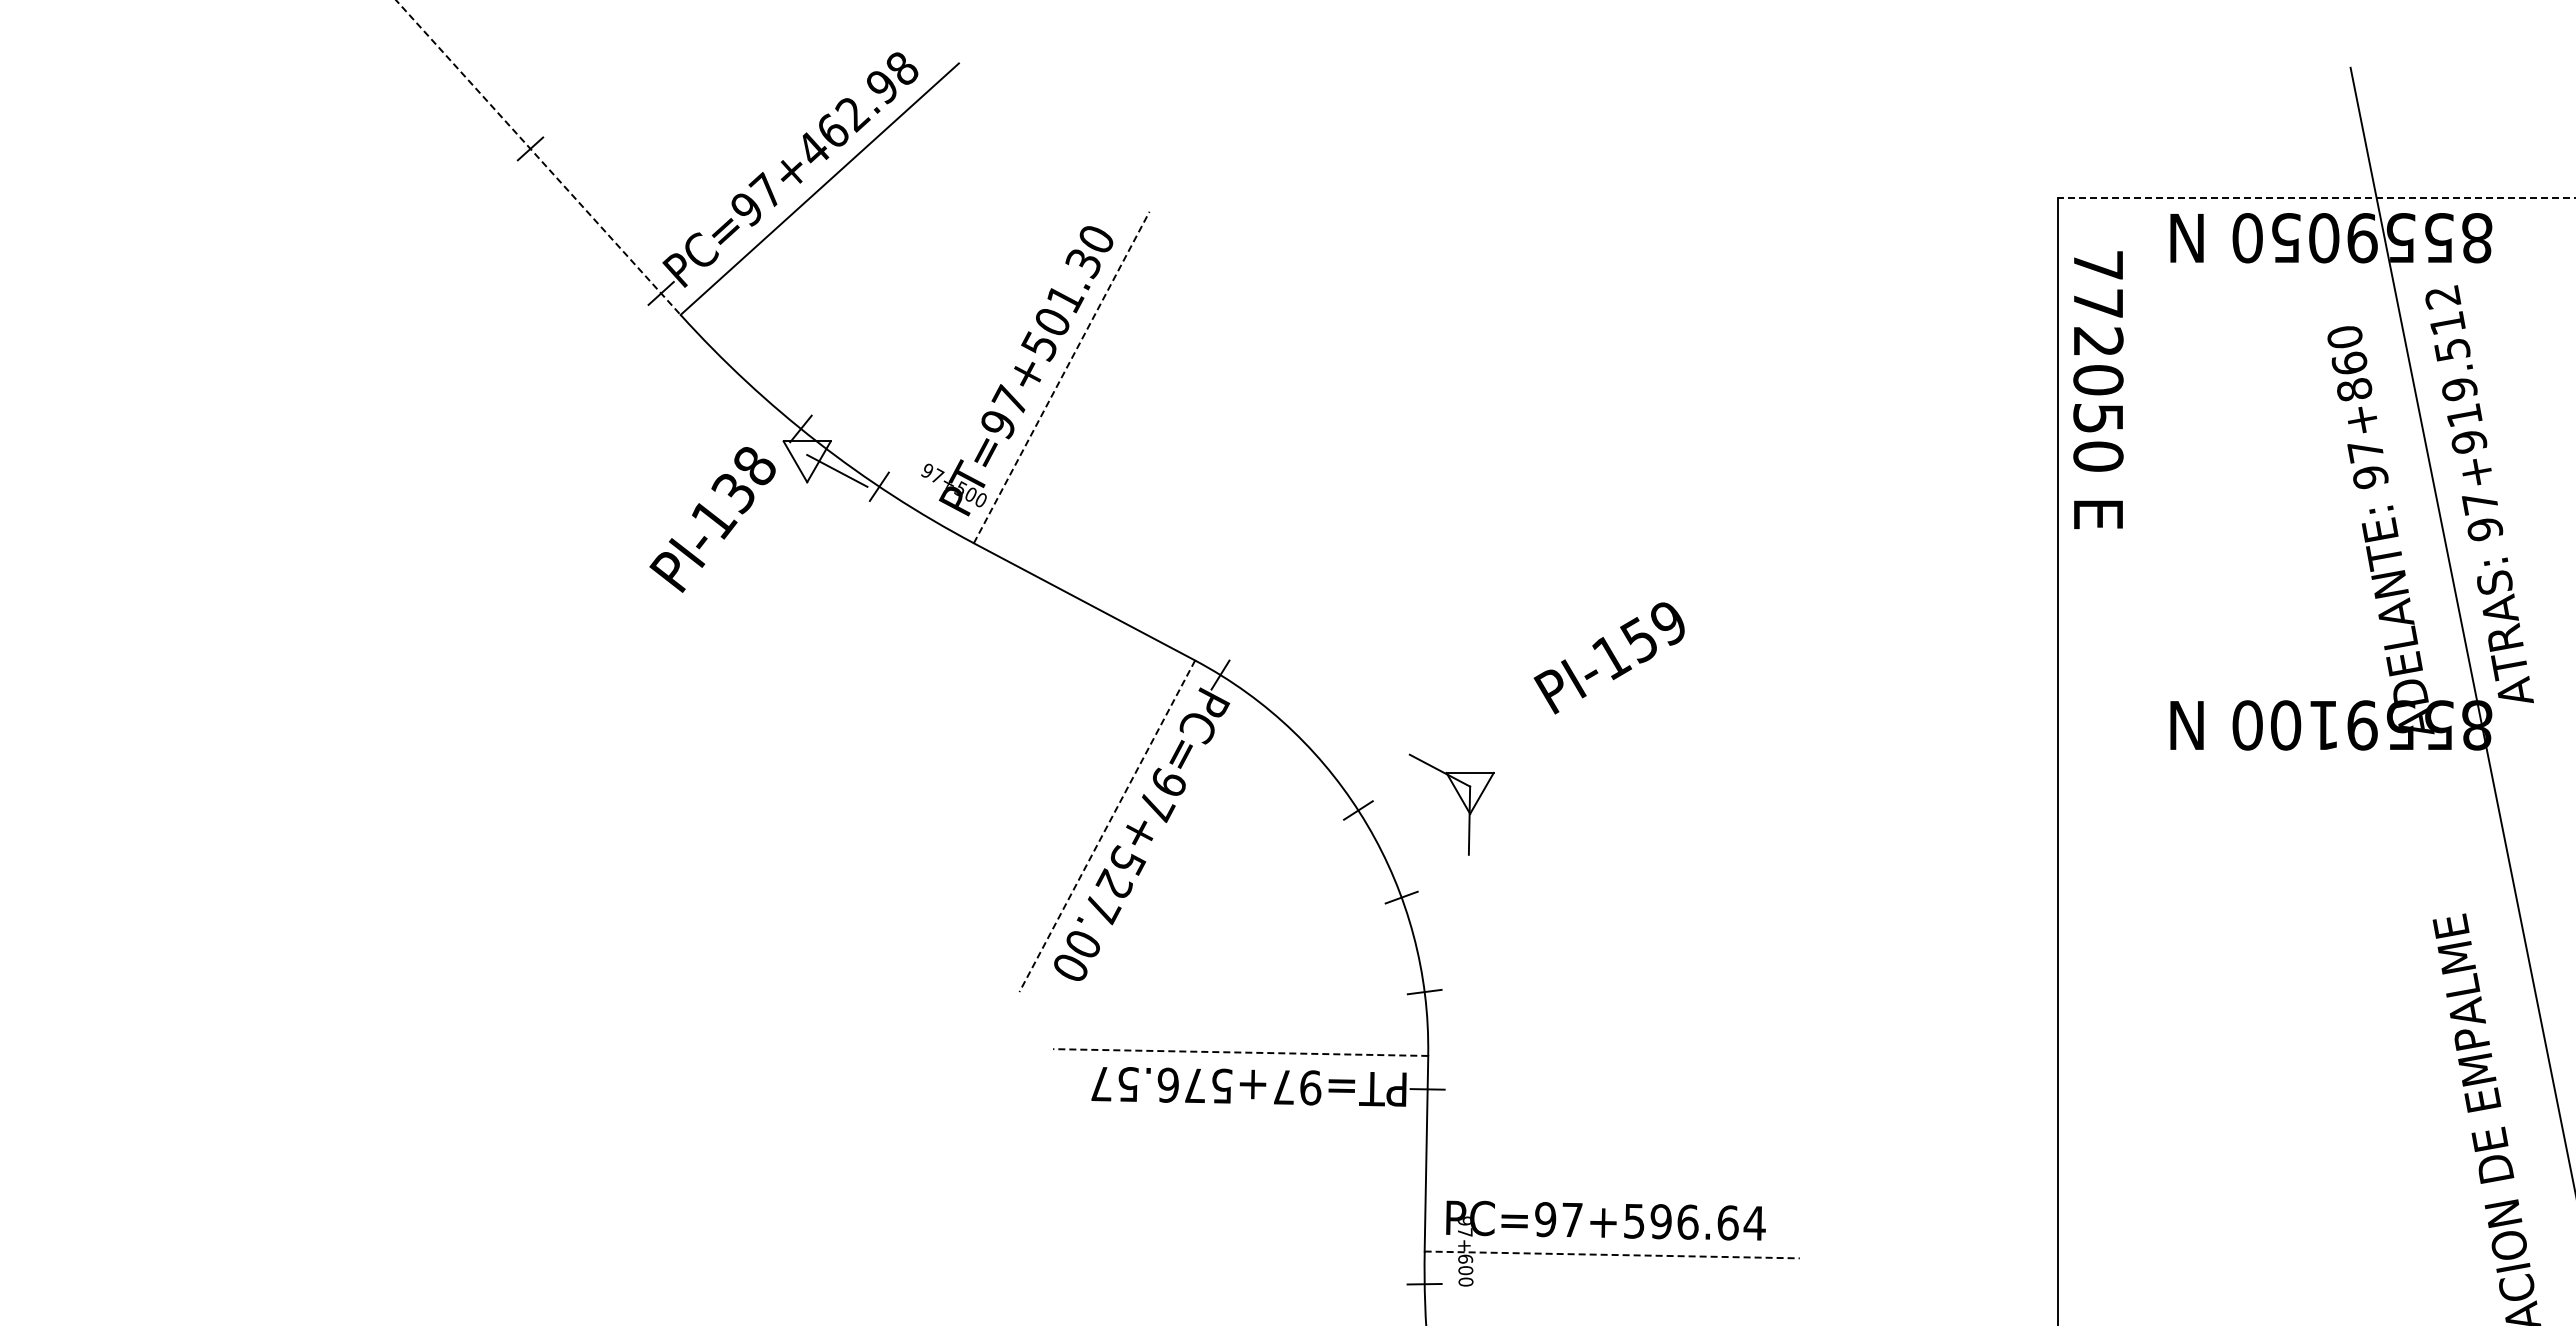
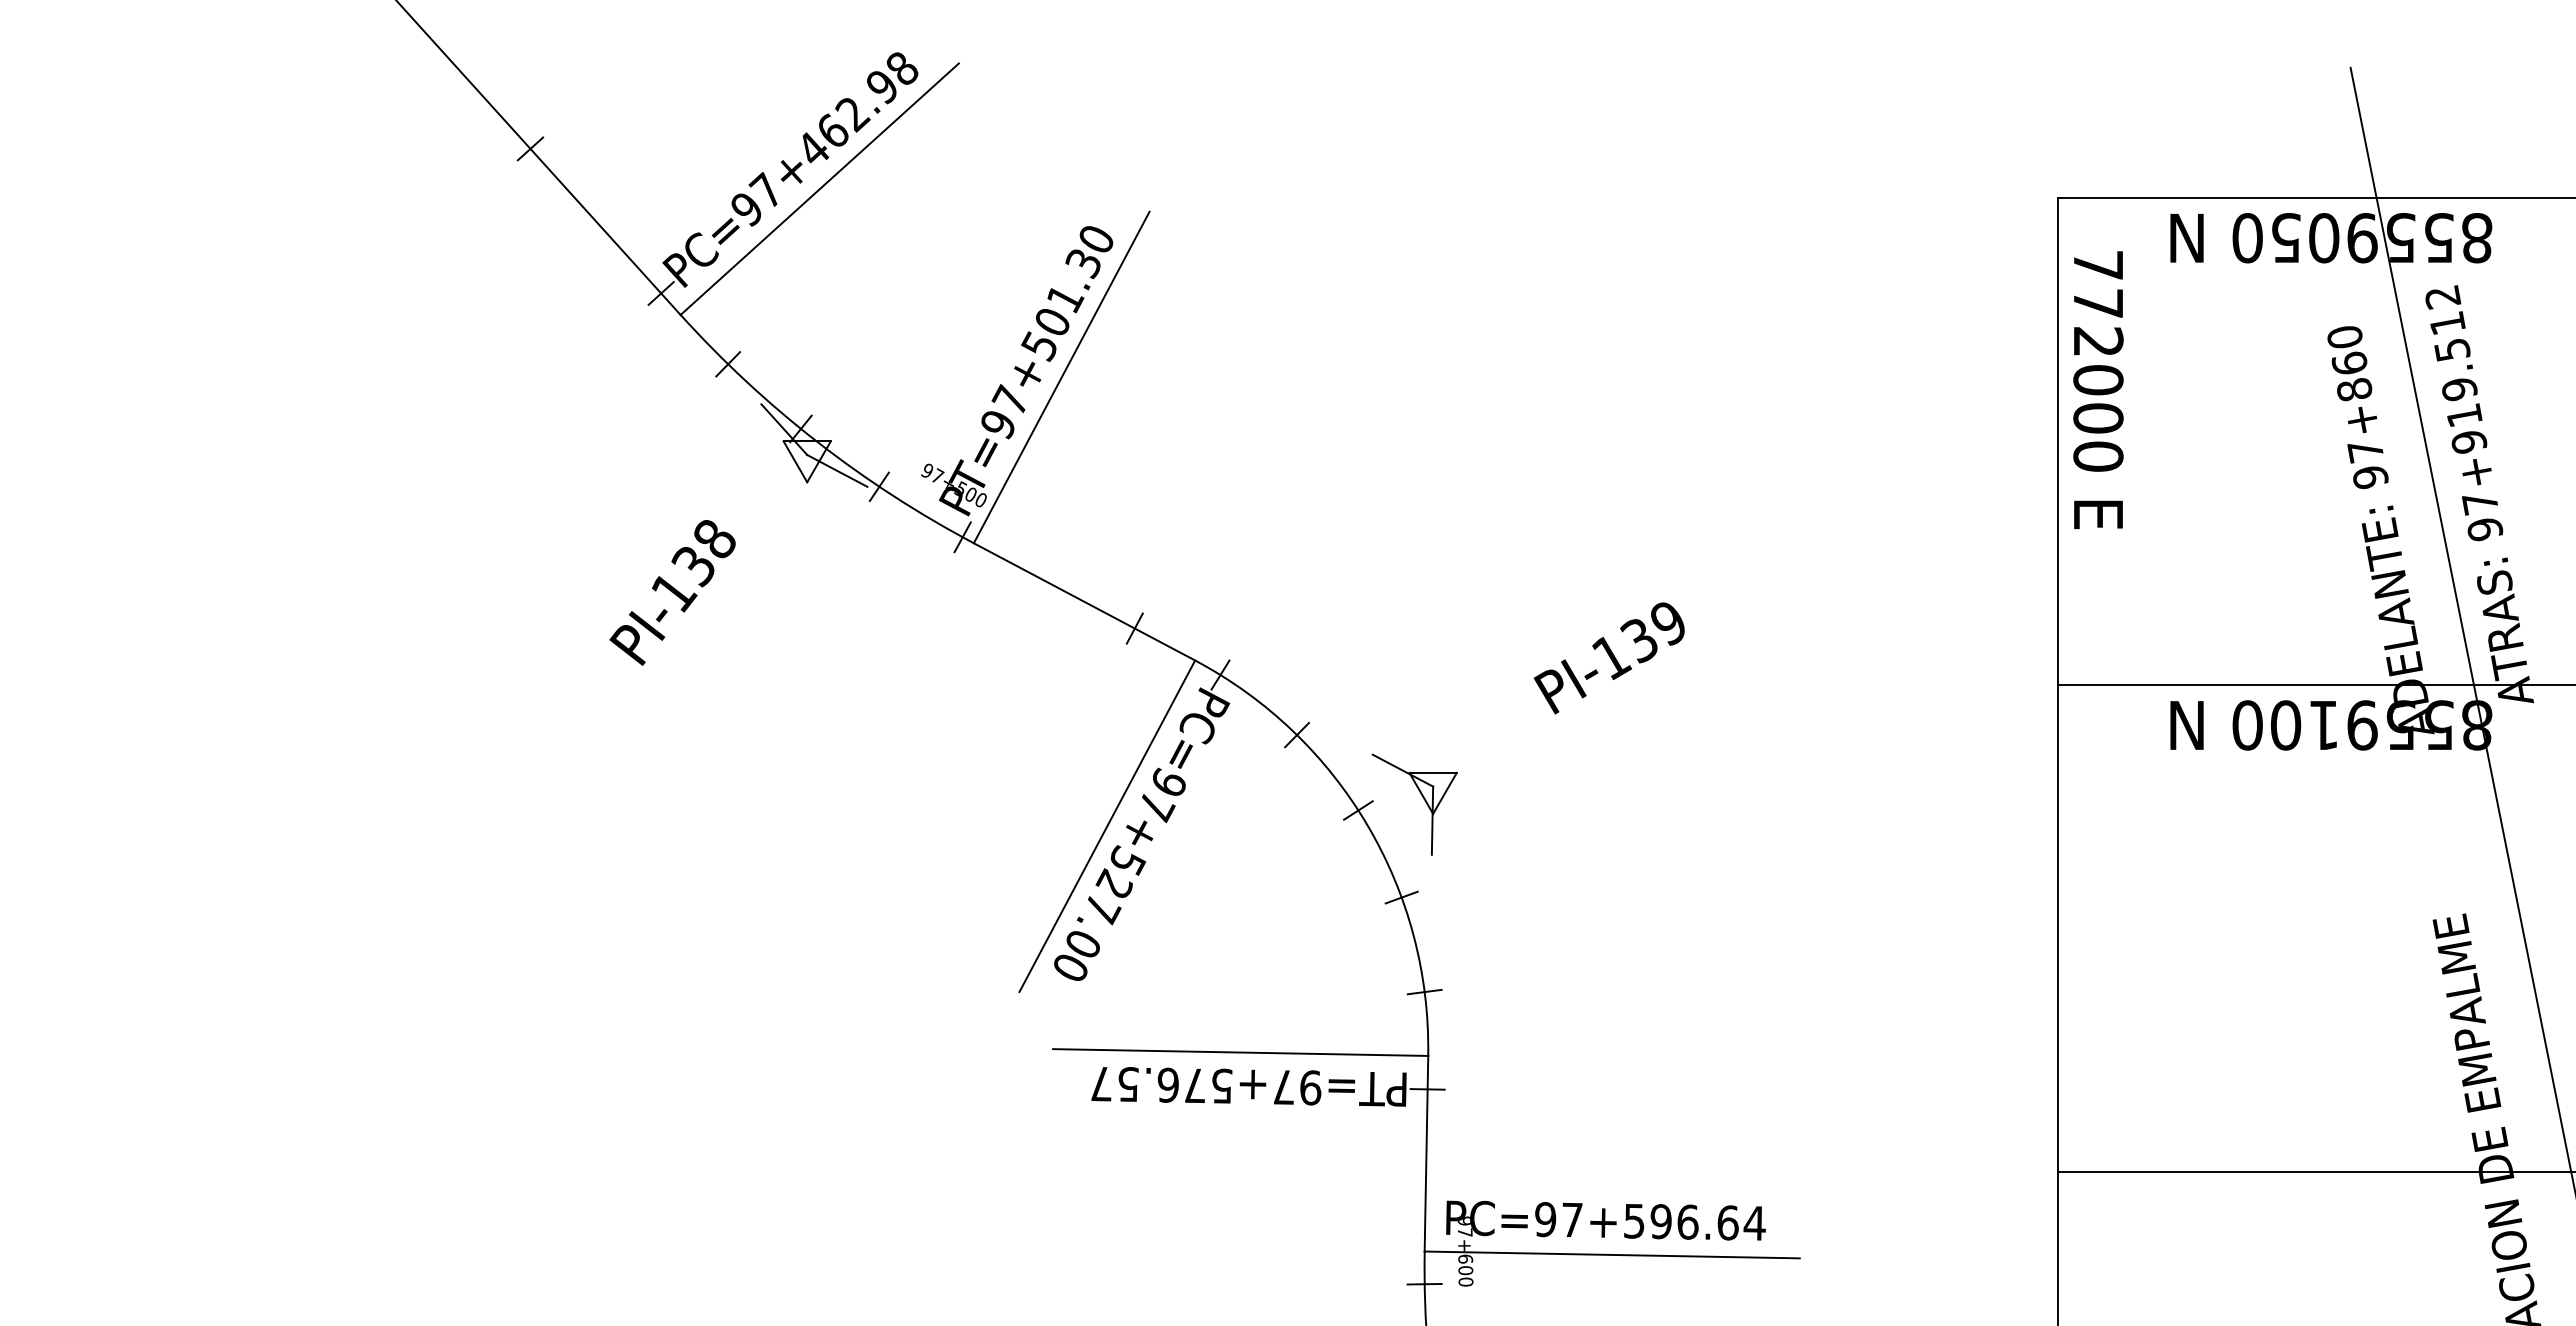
line at (538, 157): dashed -> solid
line at (2316, 197): dashed -> solid
line at (728, 364): none -> present
line at (1061, 377): dashed -> solid
text at (2098, 418): 772050 -> 772000
line at (784, 429): none -> present
text at (712, 519) position: (712, 519) -> (672, 592)
line at (962, 537): none -> present
line at (1134, 628): none -> present
text at (1638, 640): PI-159 -> PI-139
line at (2314, 684): none -> present
line at (1296, 734): none -> present
part at (1460, 799) position: (1460, 799) -> (1423, 799)
line at (1107, 826): dashed -> solid
line at (1240, 1052): dashed -> solid
line at (2314, 1172): none -> present
line at (1612, 1254): dashed -> solid
